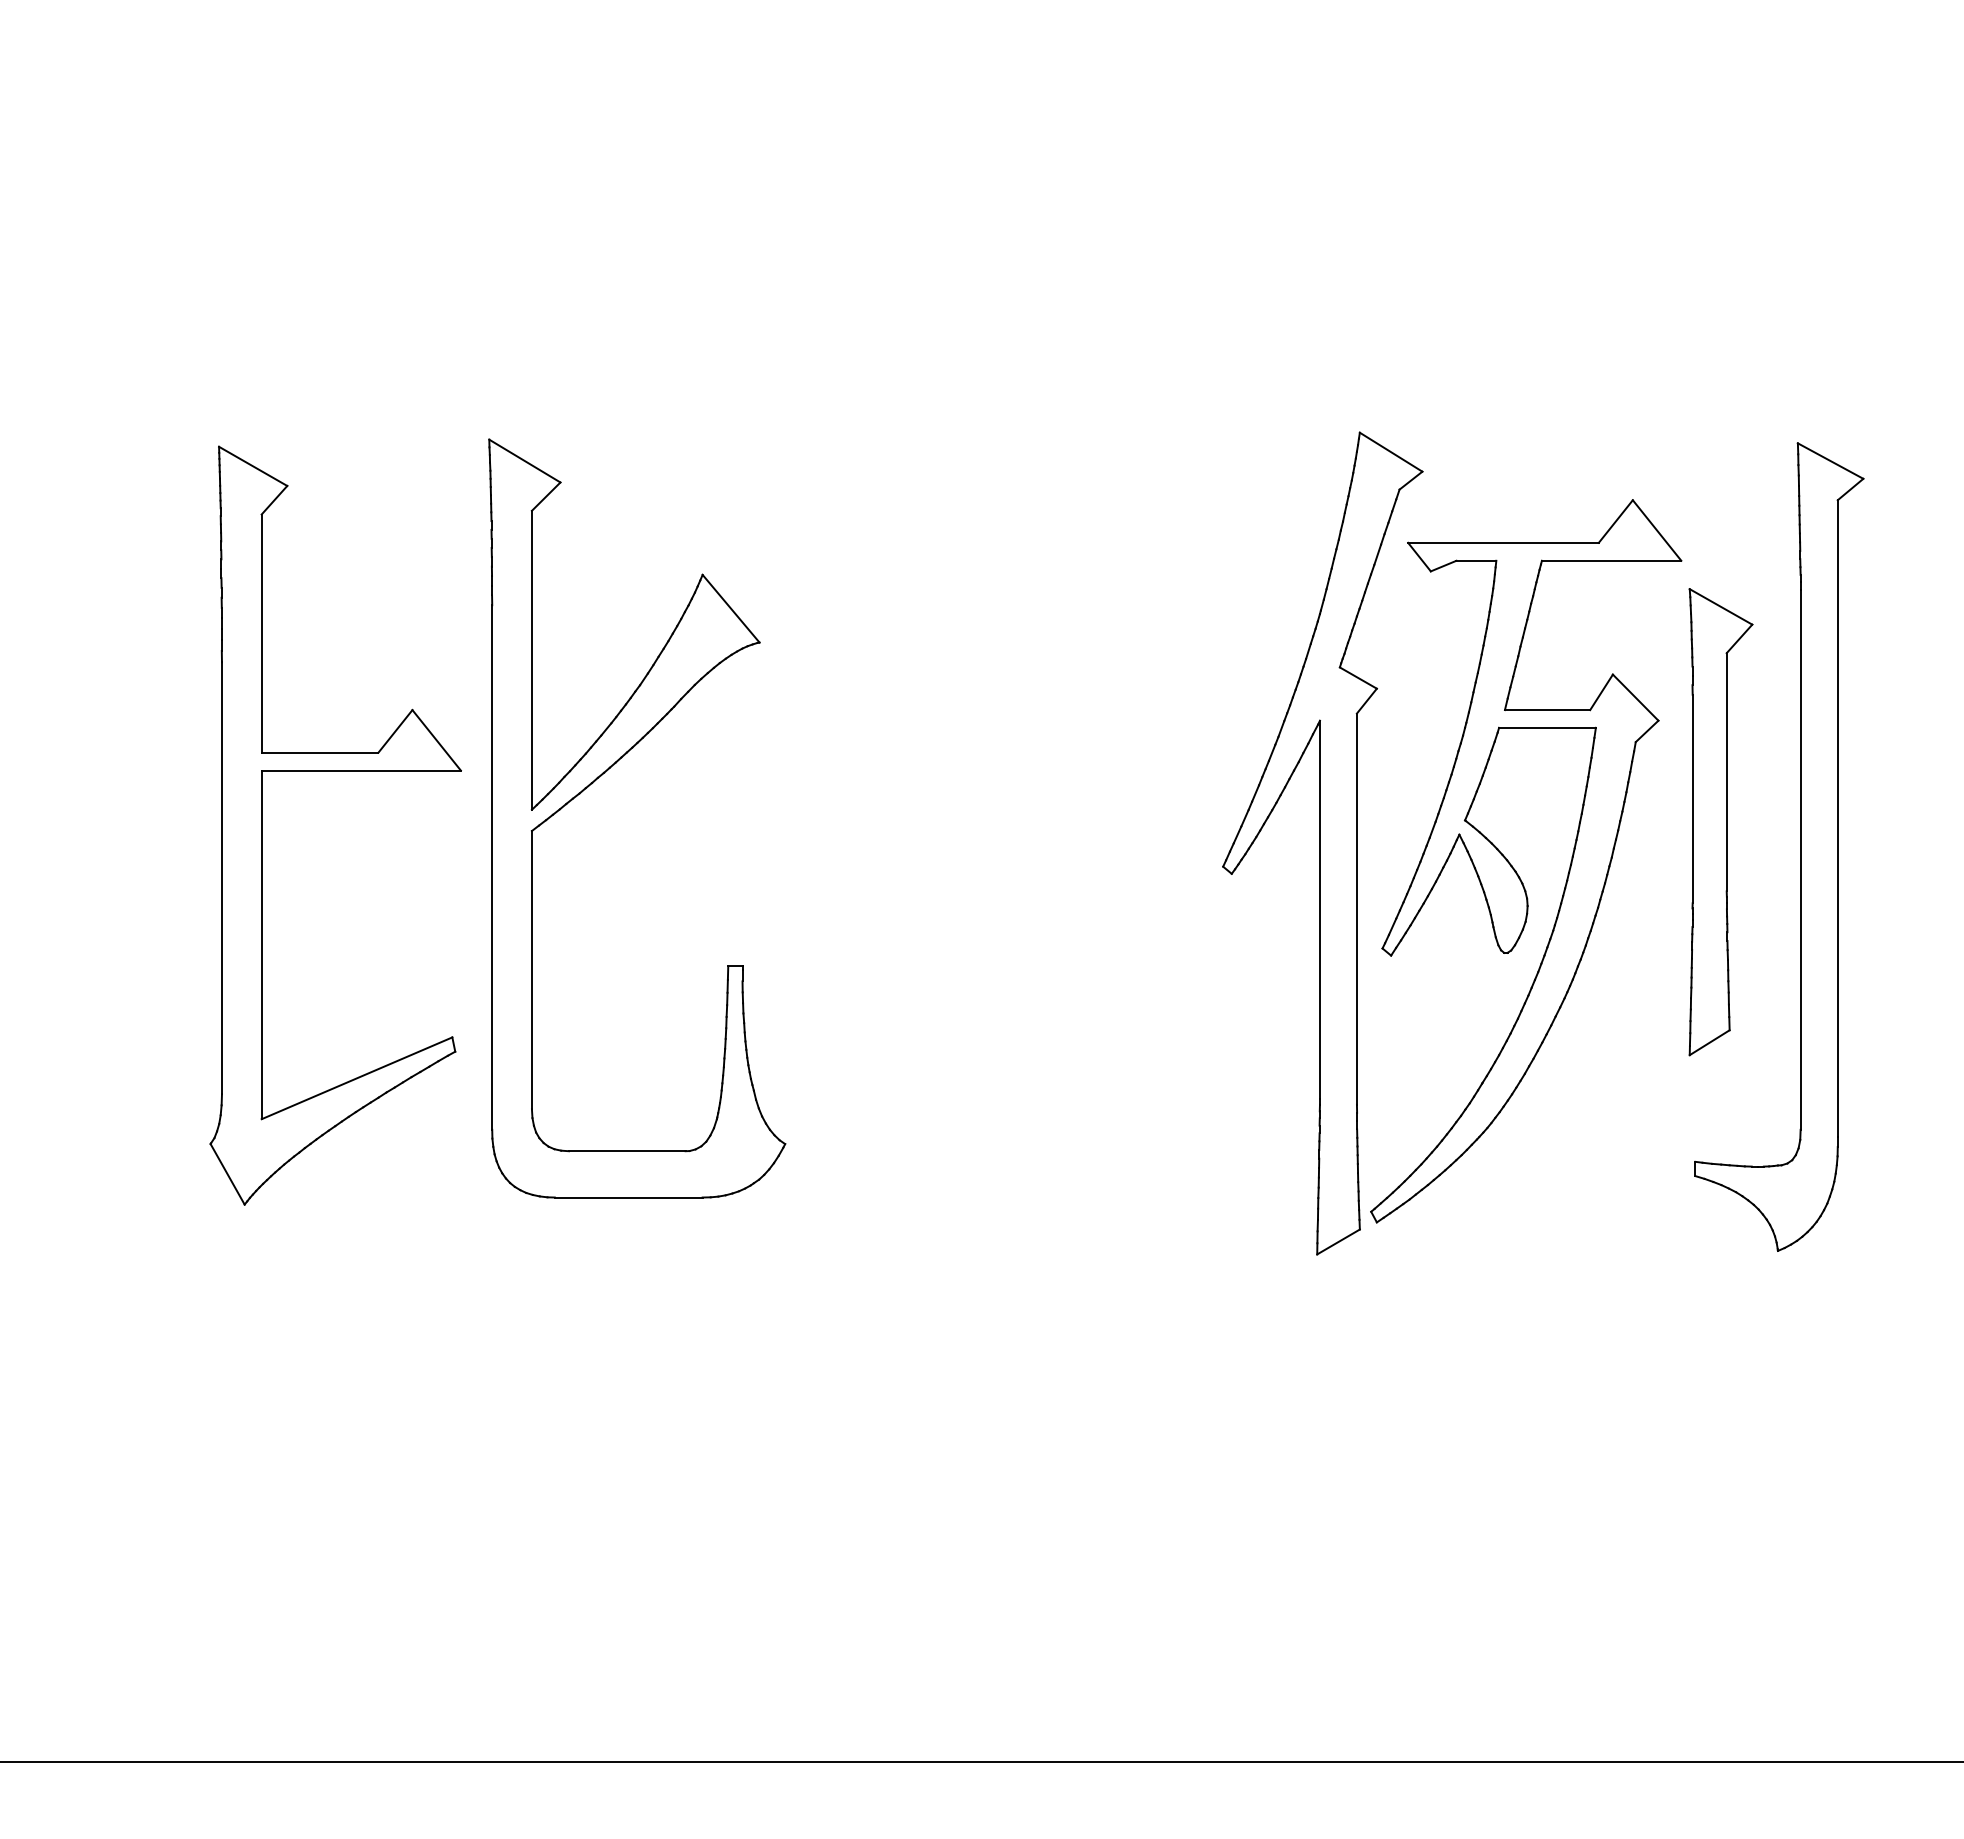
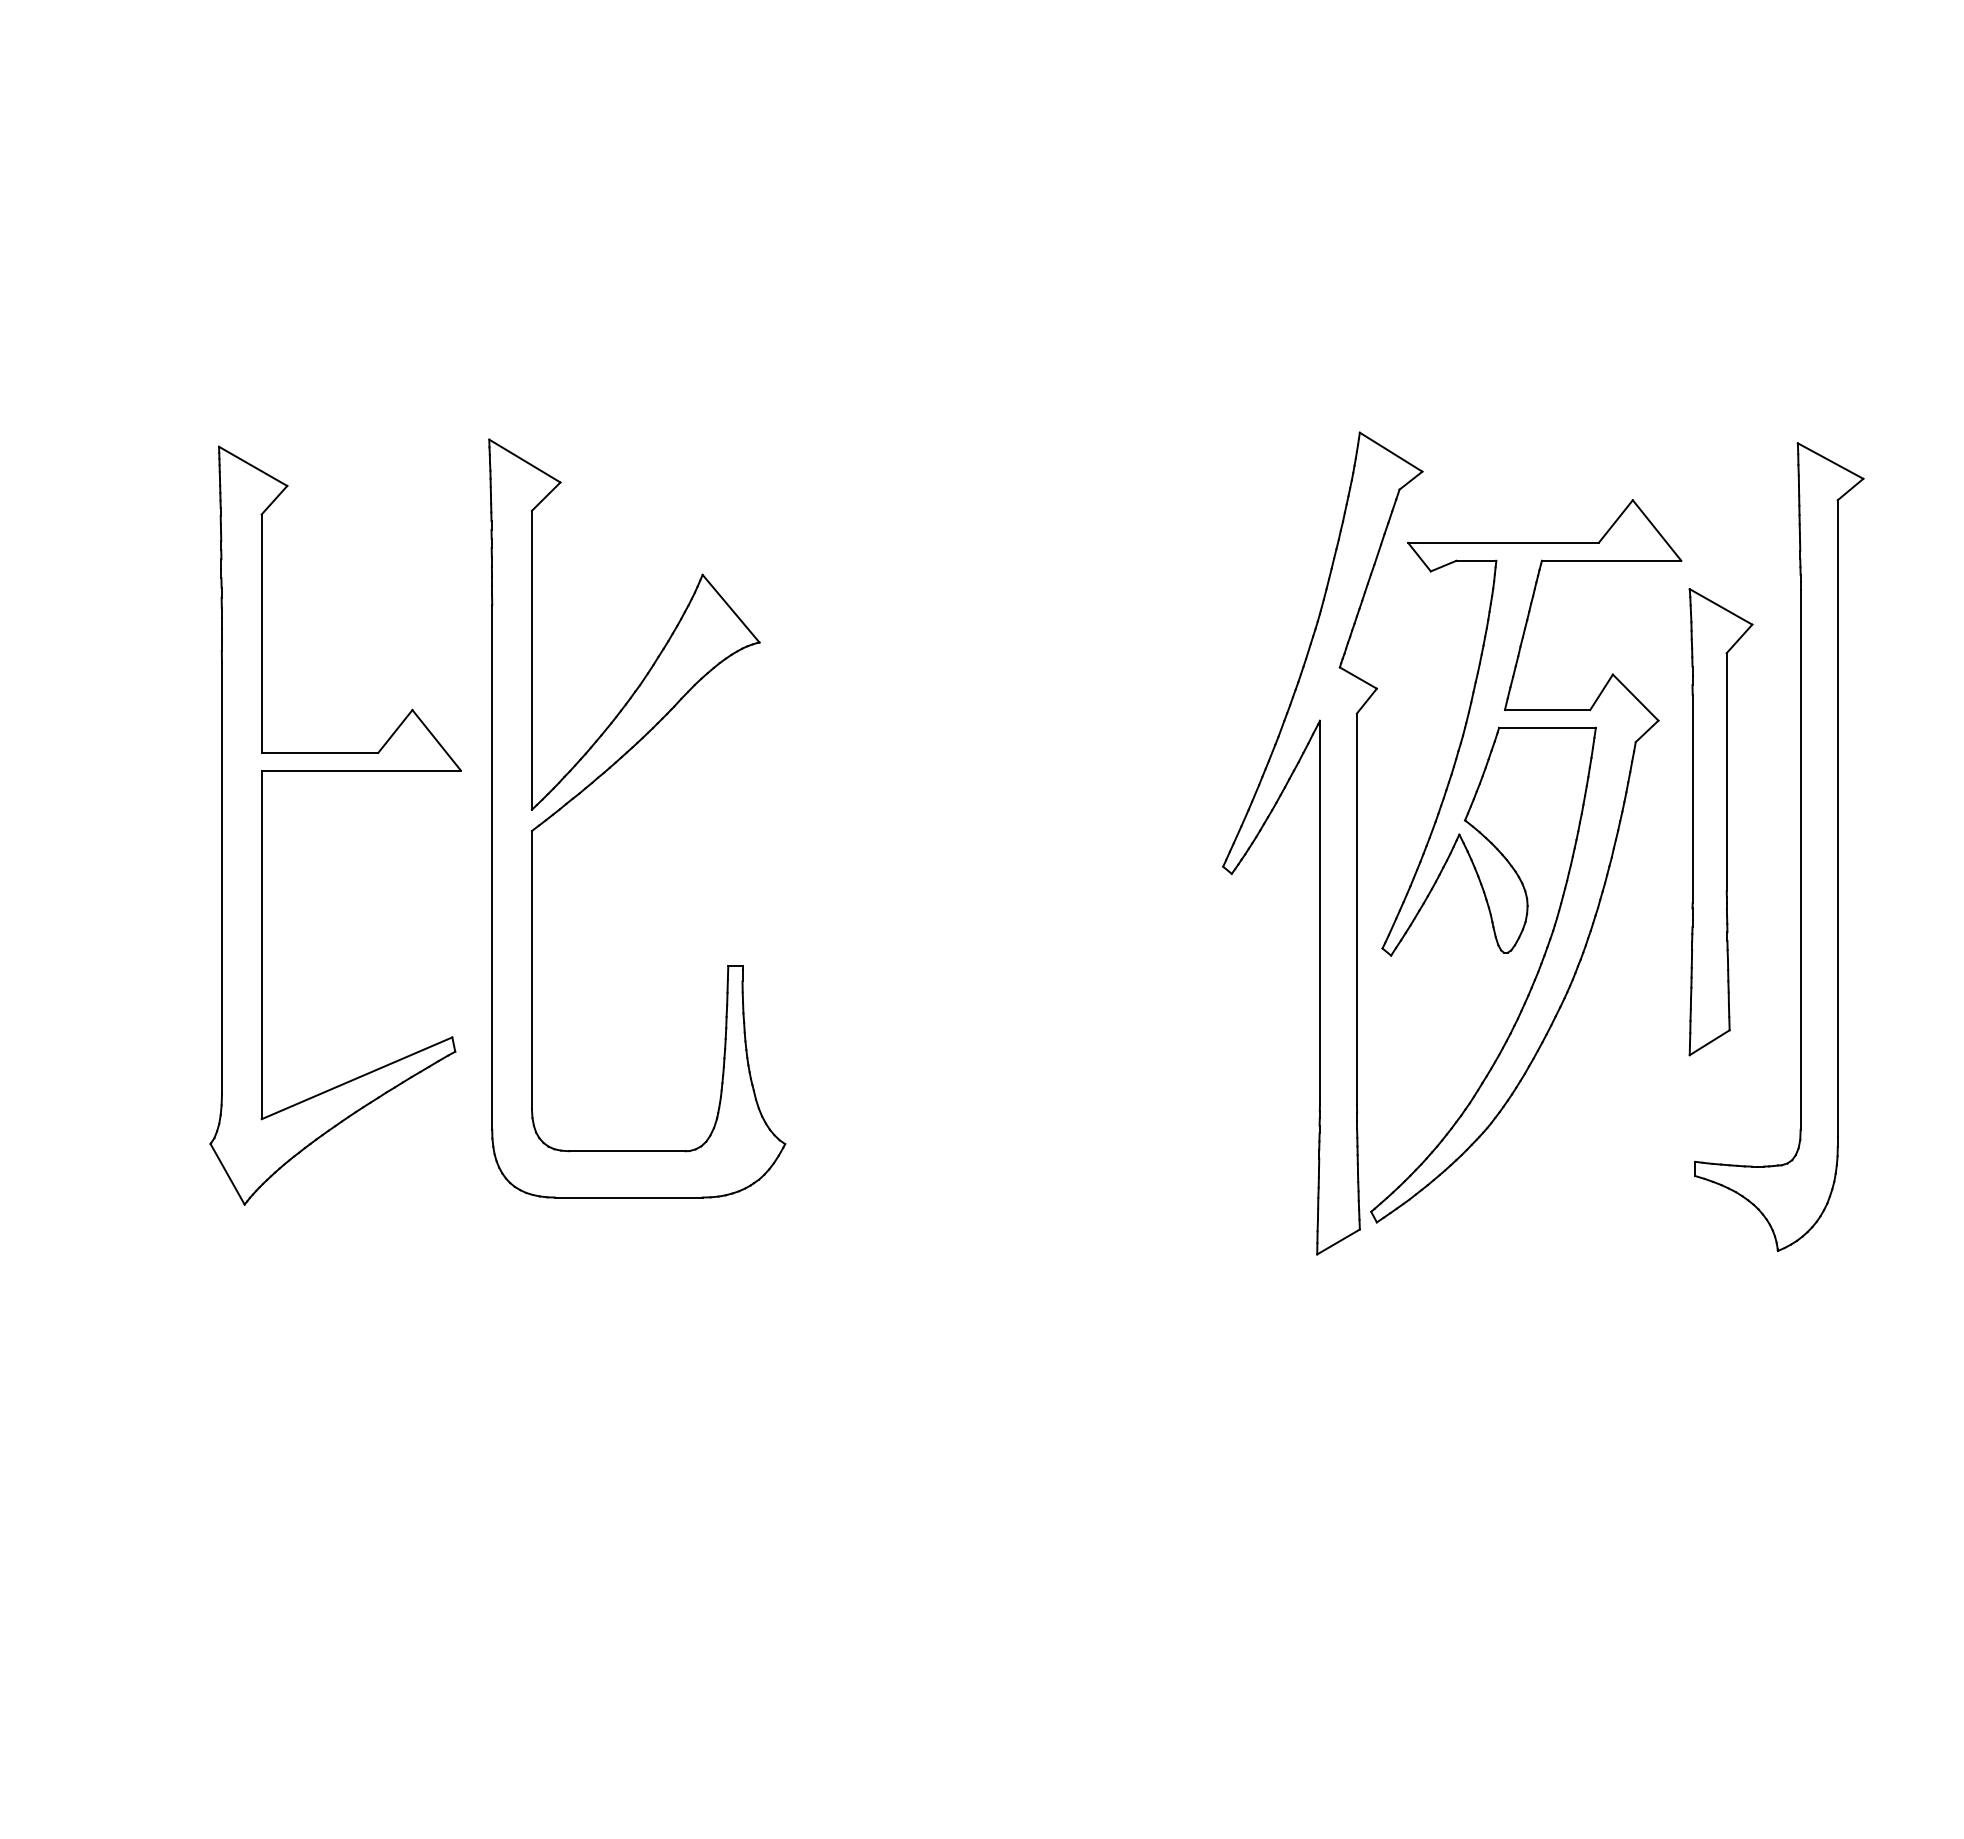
line at (981, 1762): present -> none
